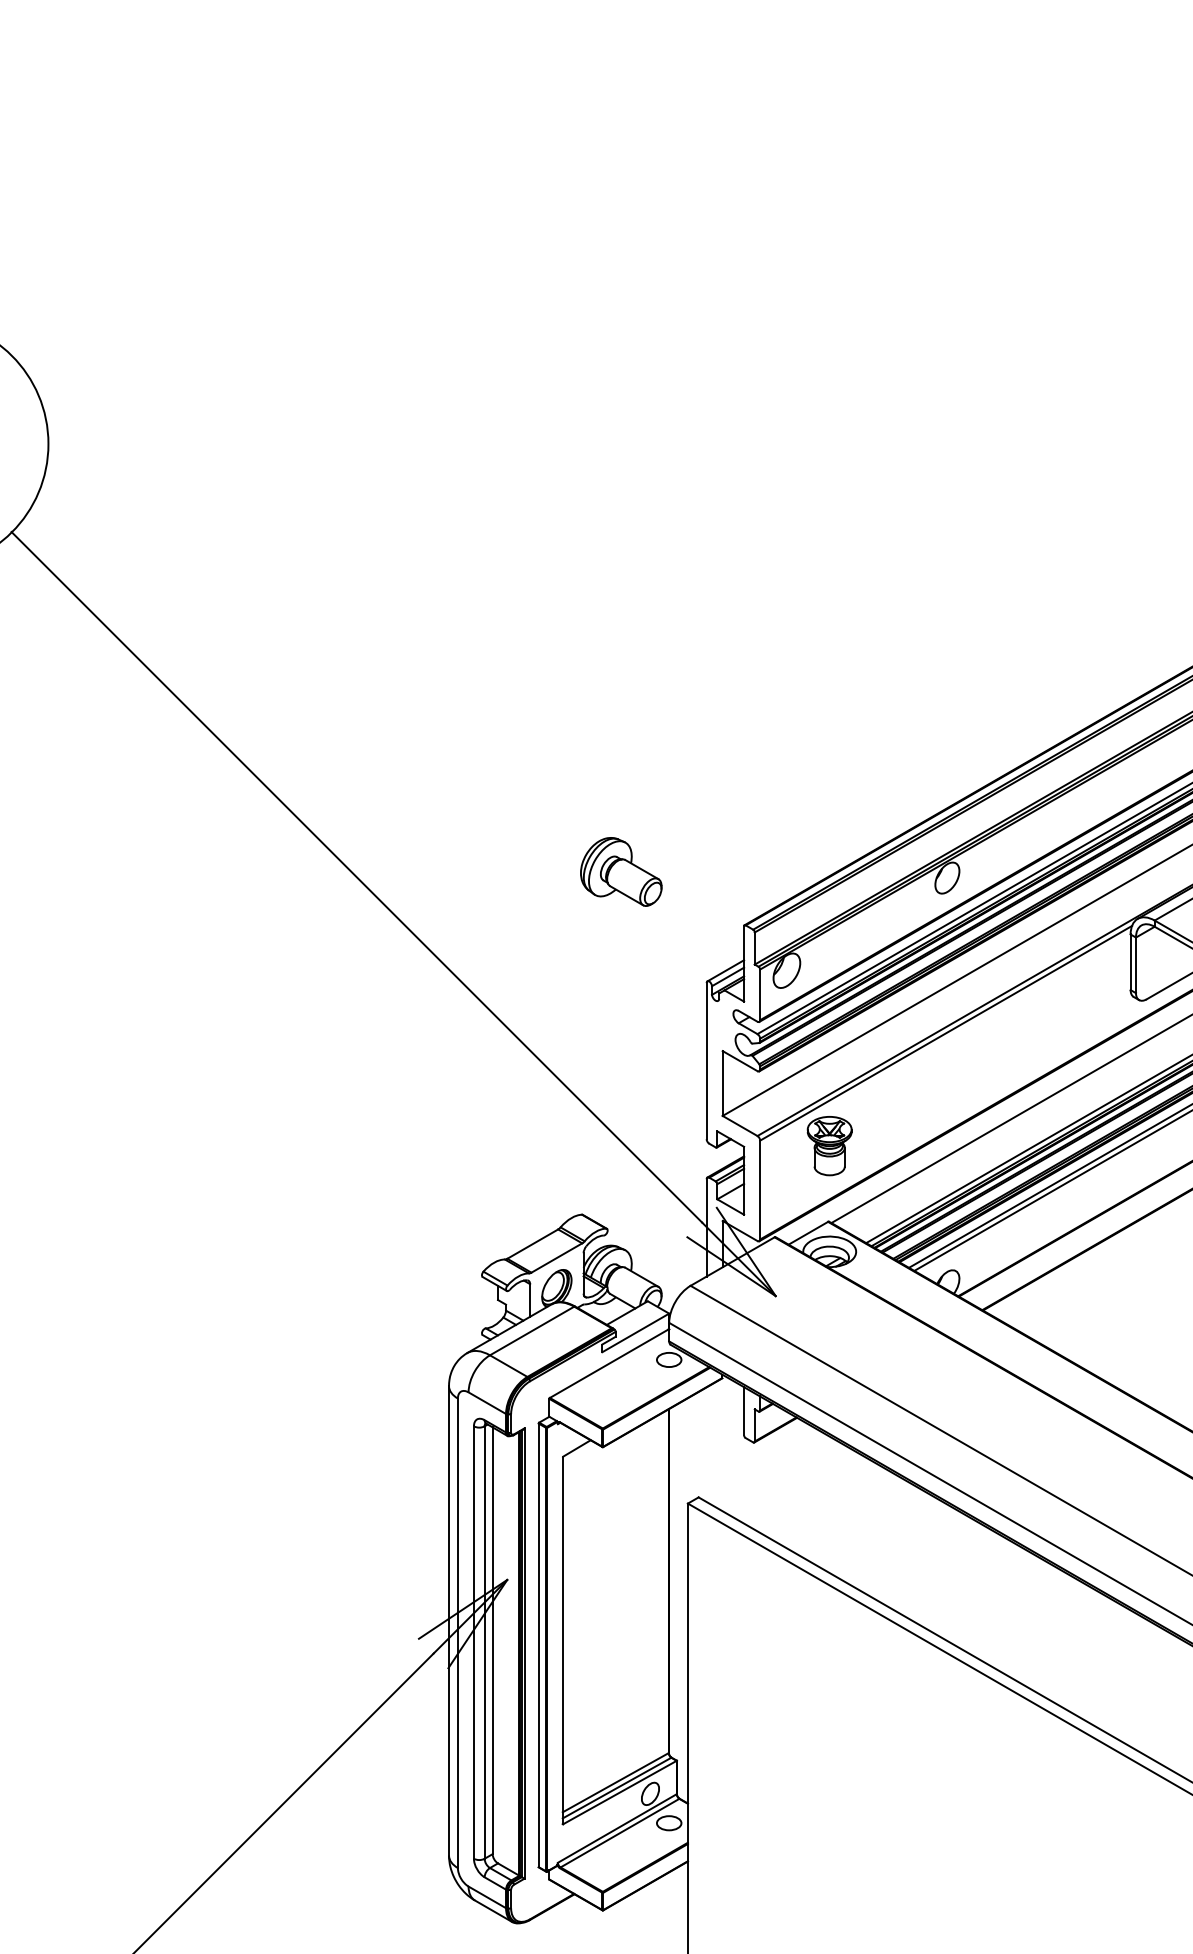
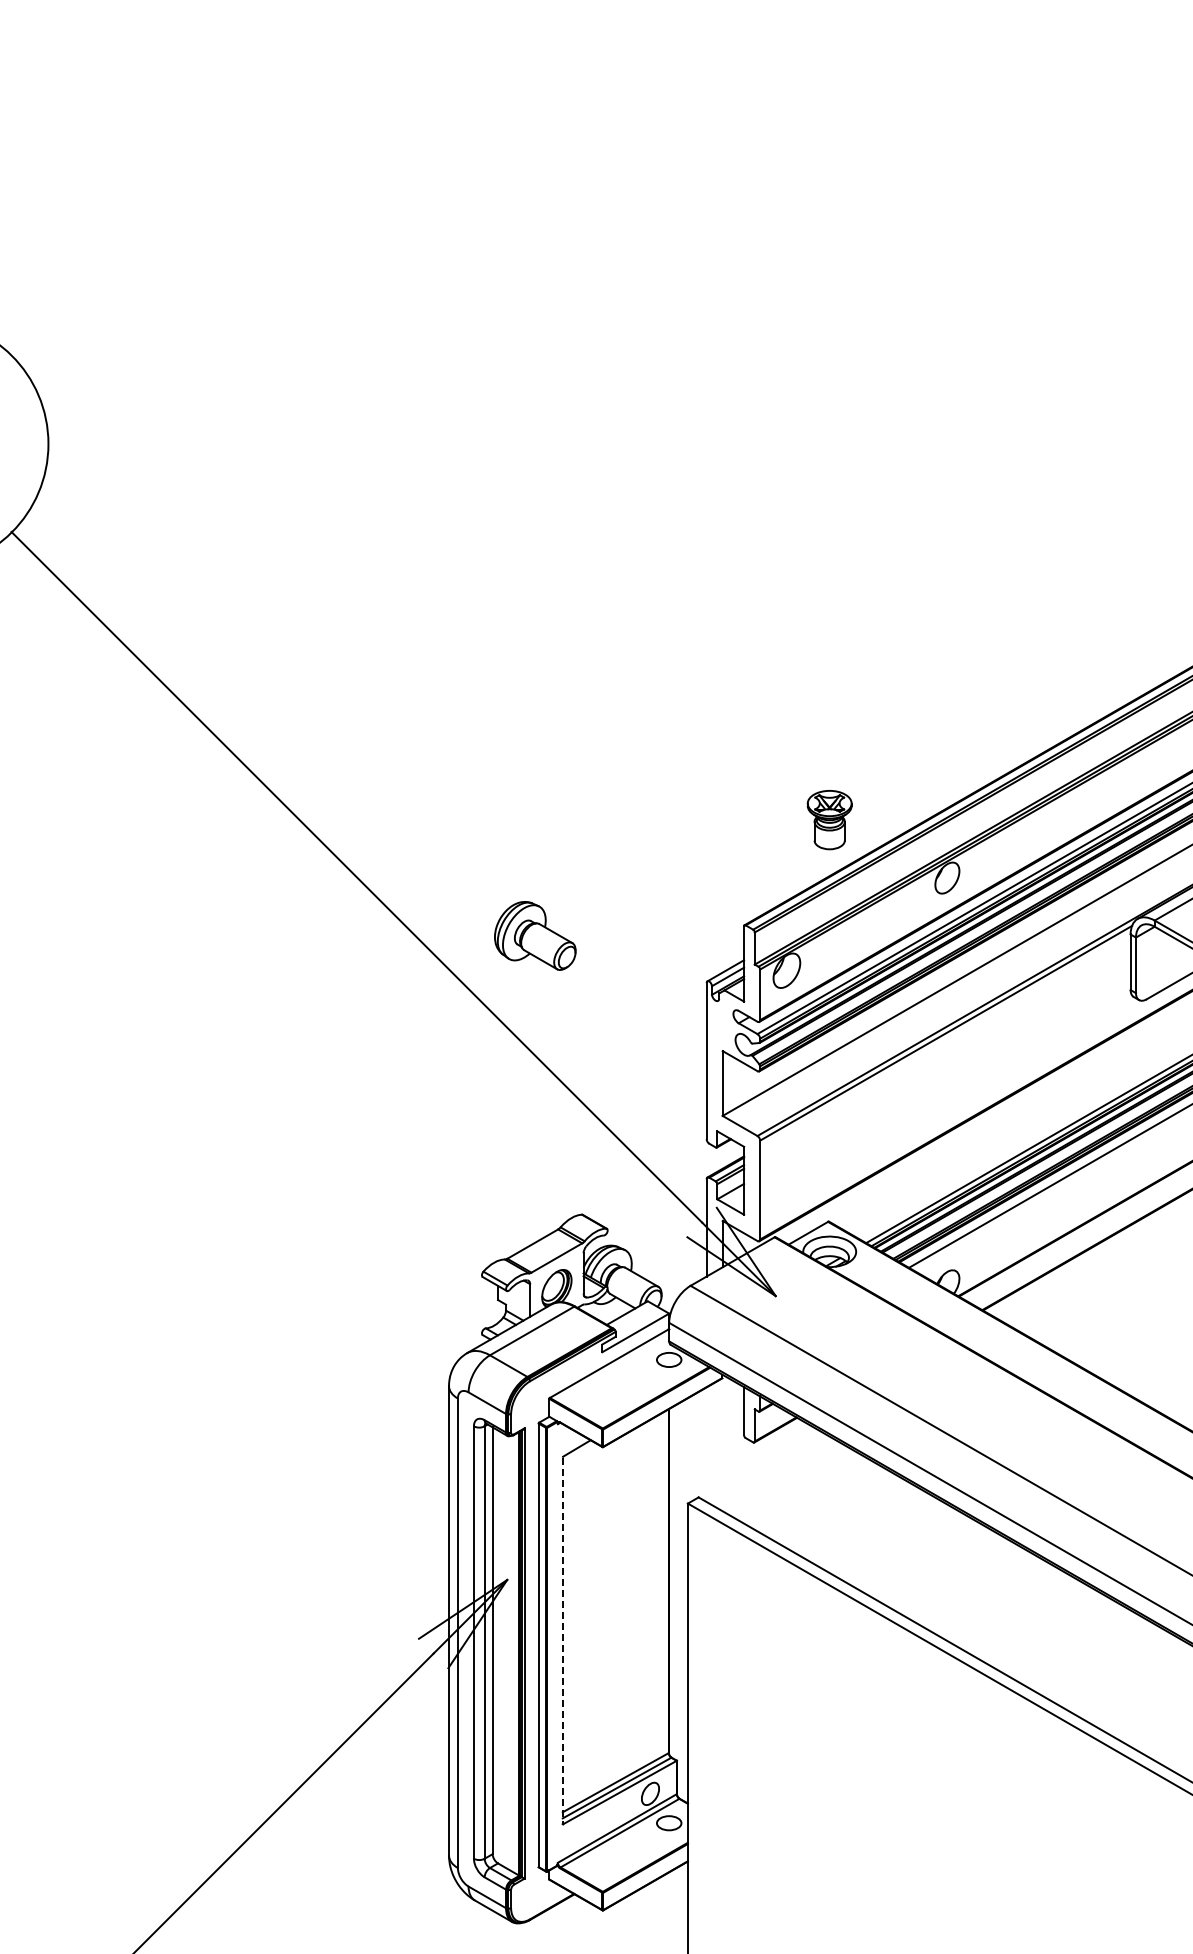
part at (621, 871) position: (621, 871) -> (535, 935)
line at (1010, 1119): present -> none
part at (829, 1146) position: (829, 1146) -> (829, 820)
line at (1051, 1191): present -> none
line at (562, 1641): solid -> dashed
